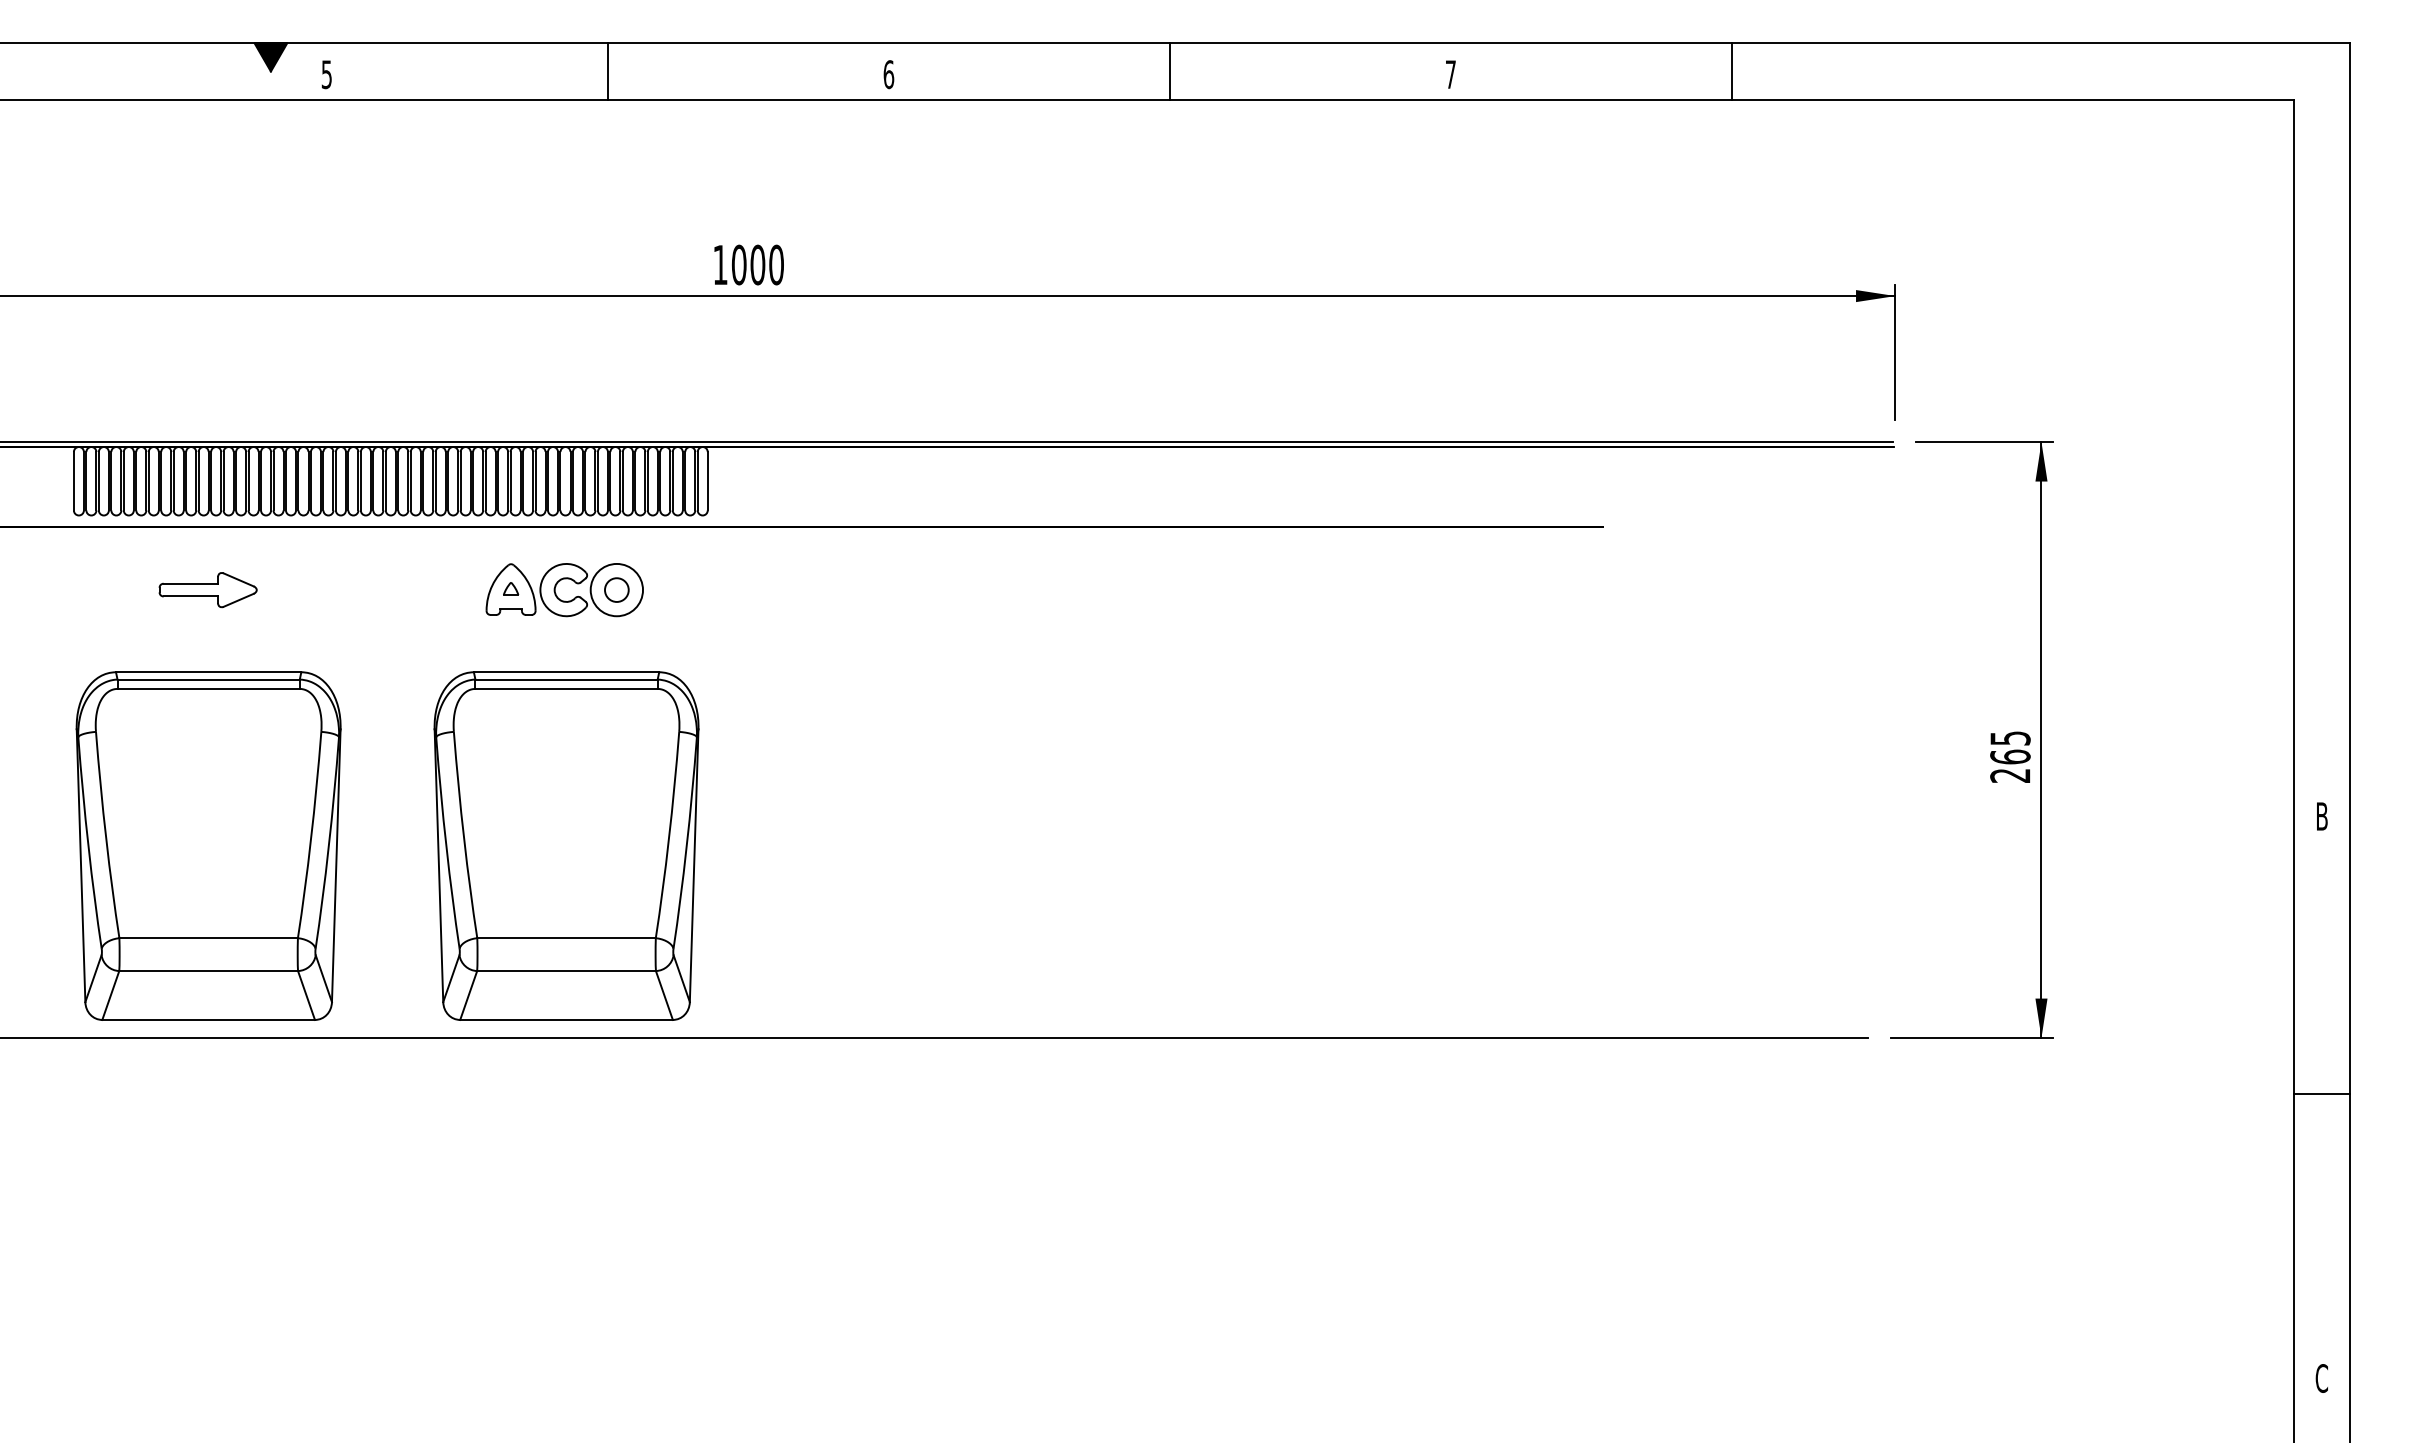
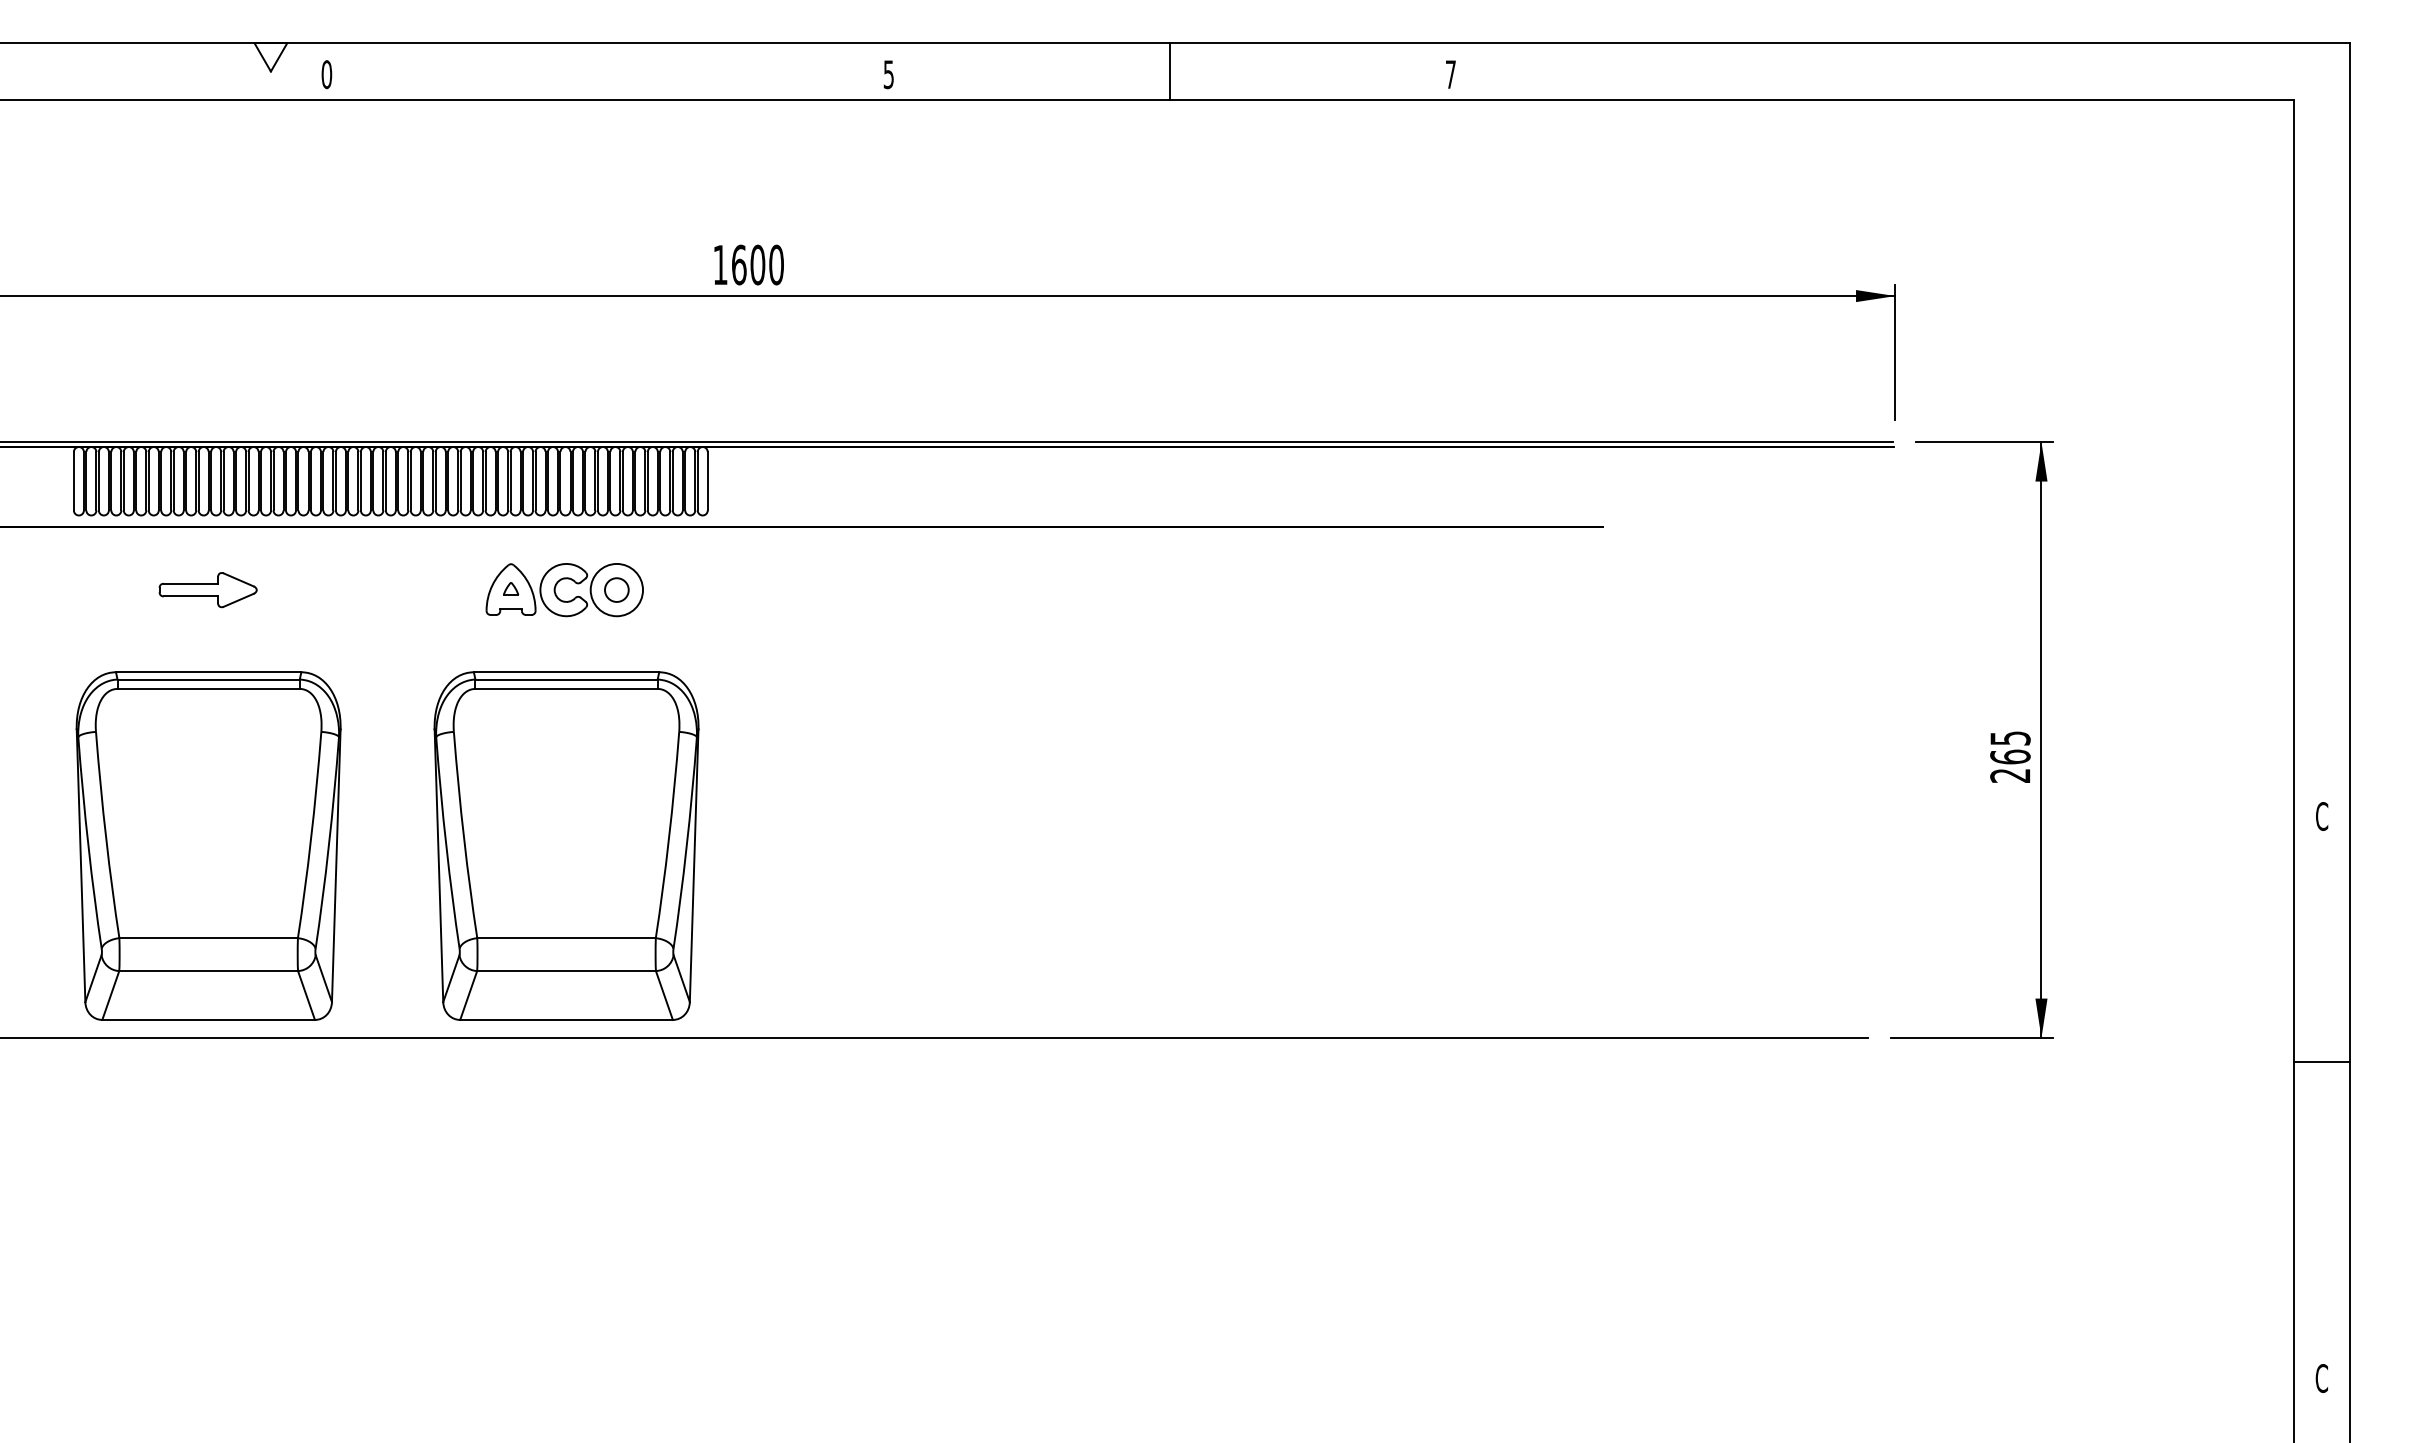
fill at (270, 57): present -> none
line at (608, 71): present -> none
line at (1732, 71): present -> none
text at (326, 74): 5 -> 0
text at (888, 74): 6 -> 5
text at (738, 264): 1000 -> 1600
text at (2322, 816): B -> C
line at (2322, 1094) position: (2322, 1094) -> (2322, 1062)
